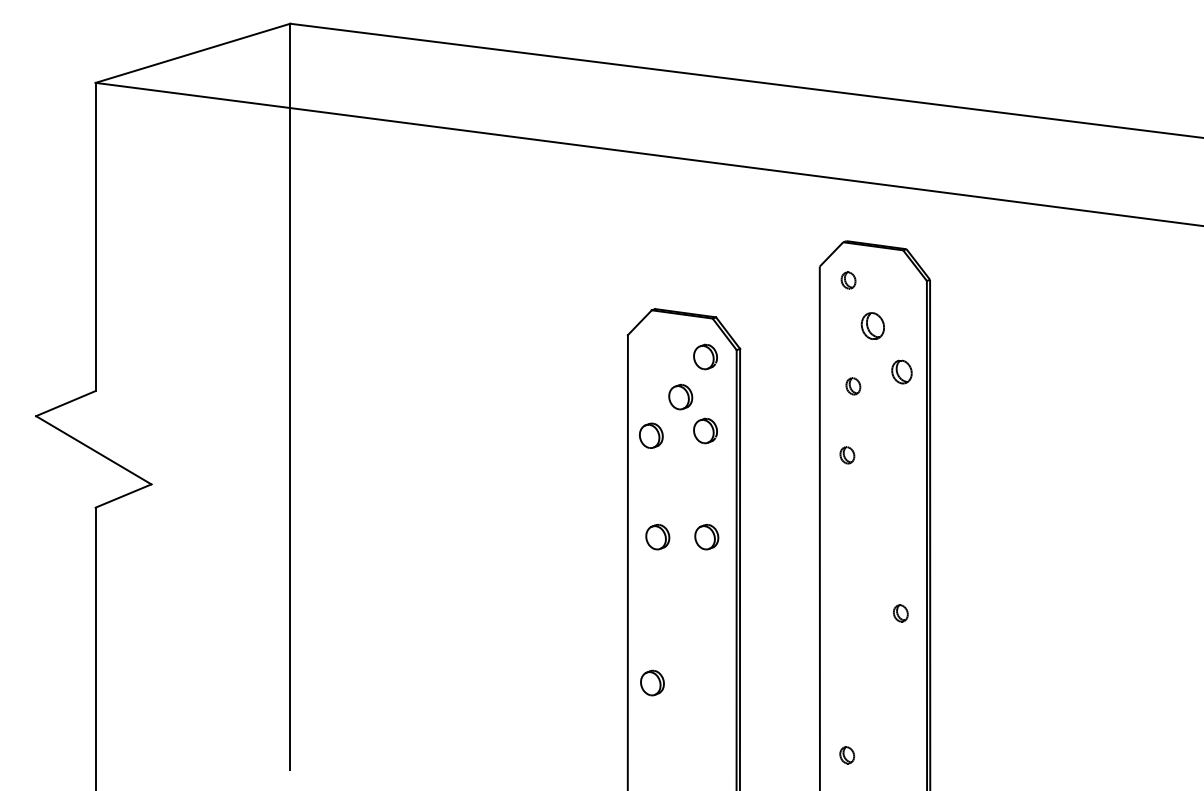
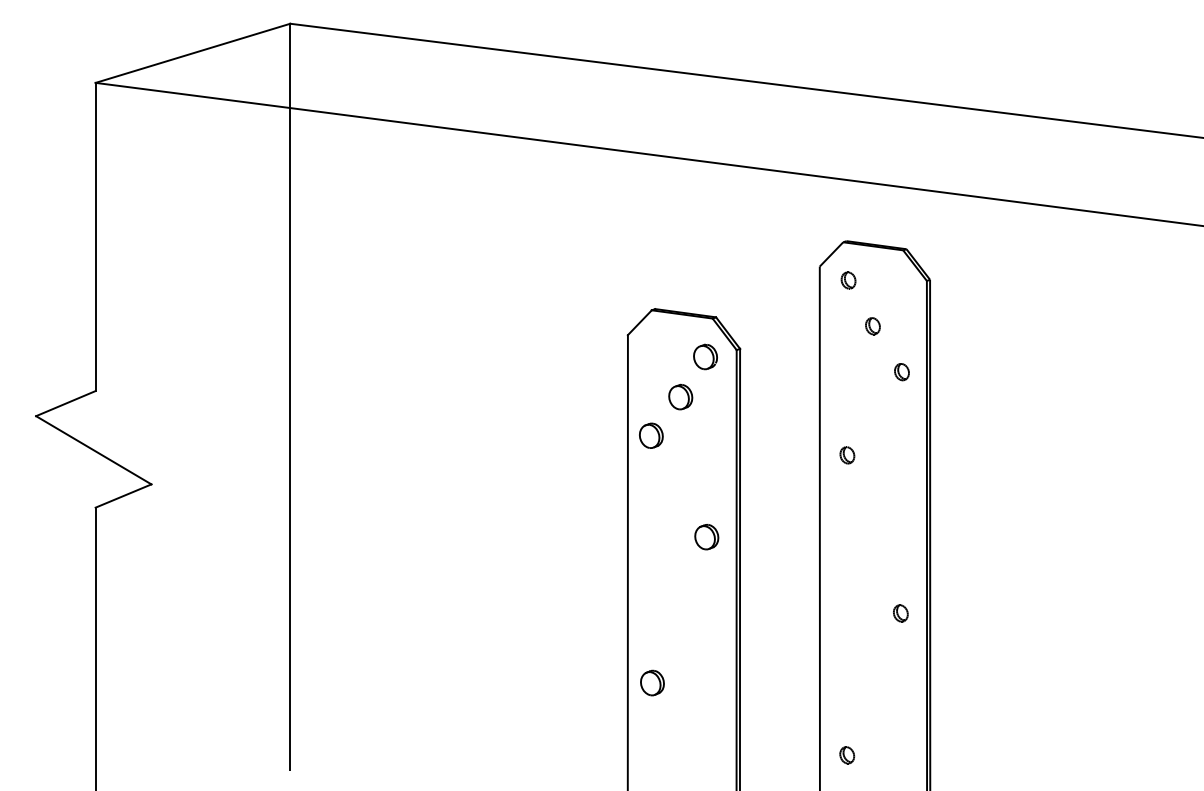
part at (872, 325) size: 25x28 px -> 16x19 px
part at (901, 371) size: 22x26 px -> 16x19 px
part at (853, 386): present -> none
part at (705, 430): present -> none
part at (657, 537): present -> none
